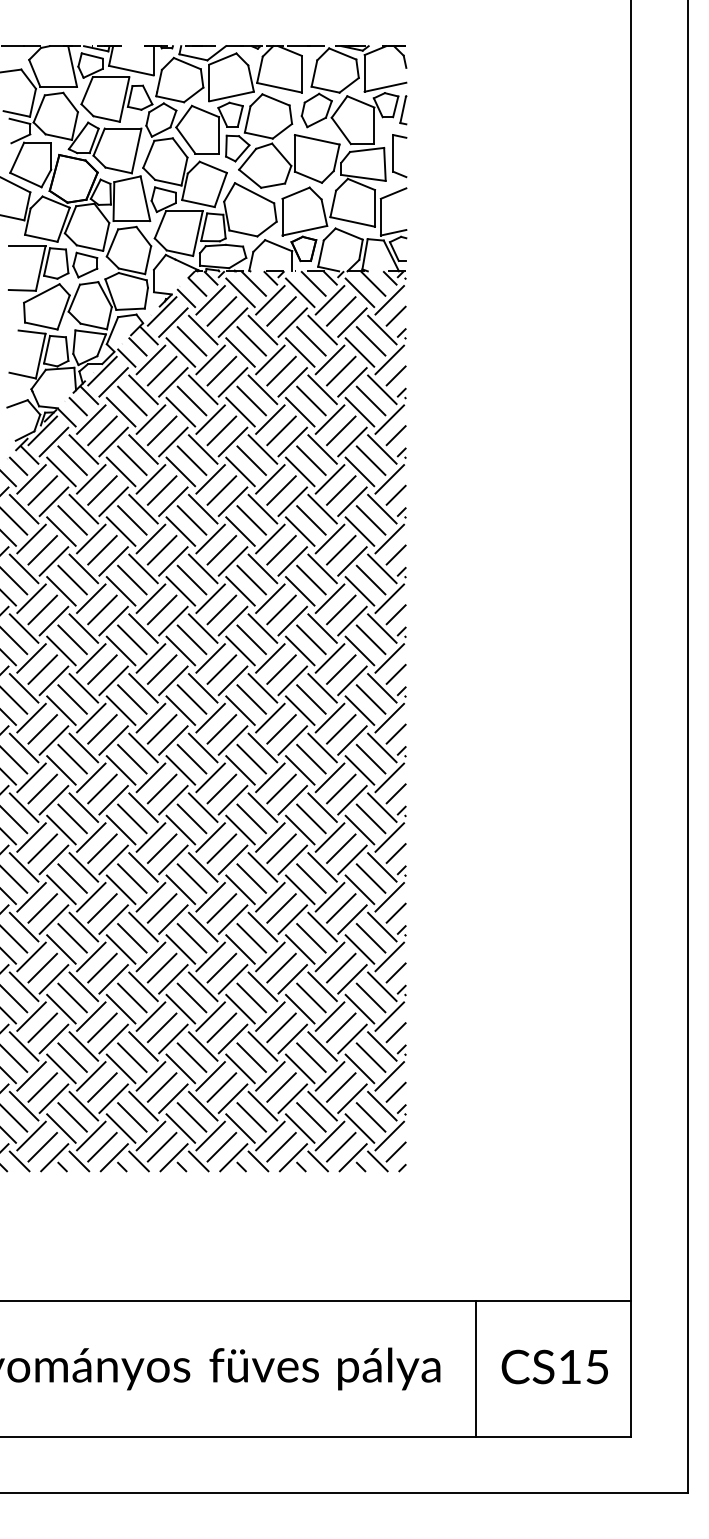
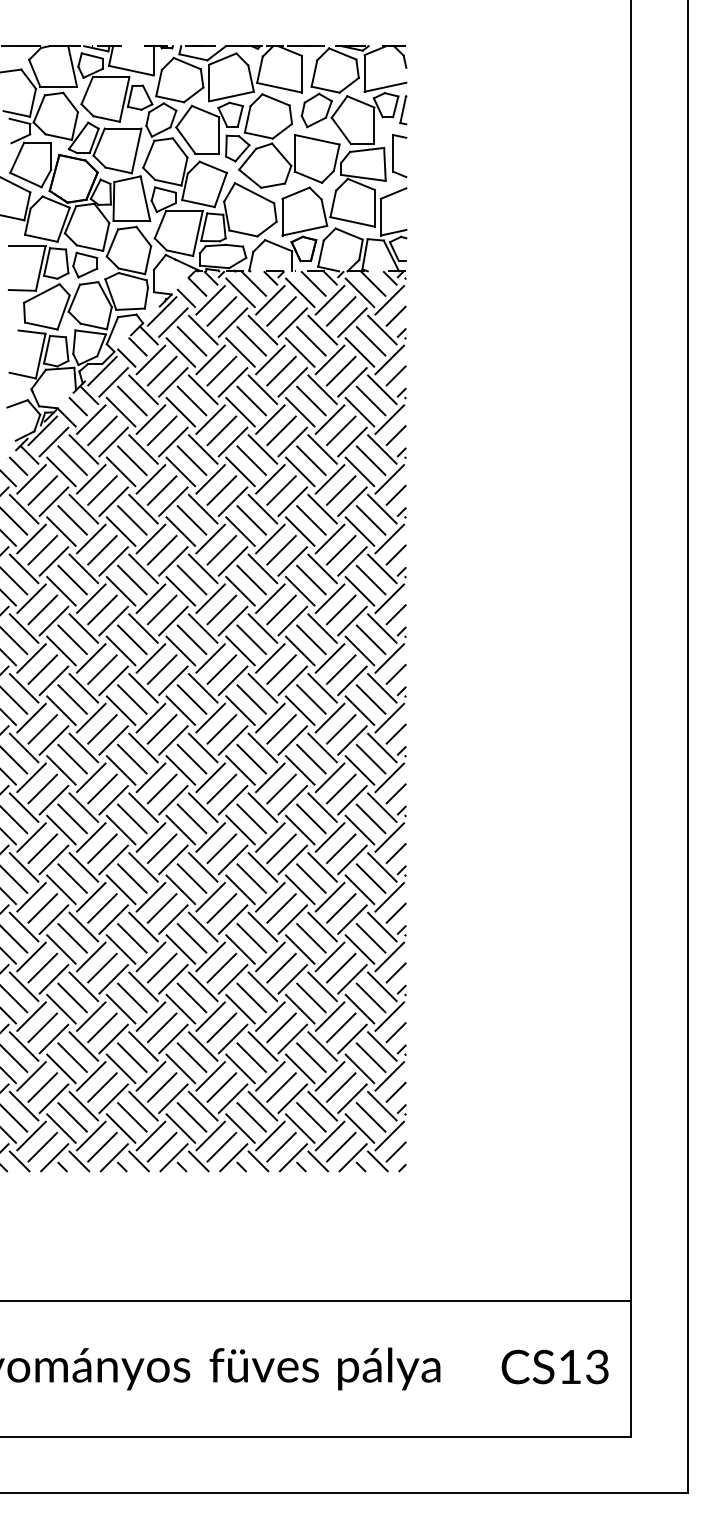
text at (597, 1366): CS15 -> CS13
line at (476, 1368): present -> none
